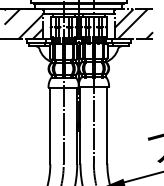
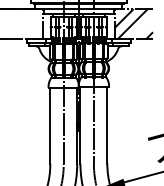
hatch at (23, 24): present -> none
